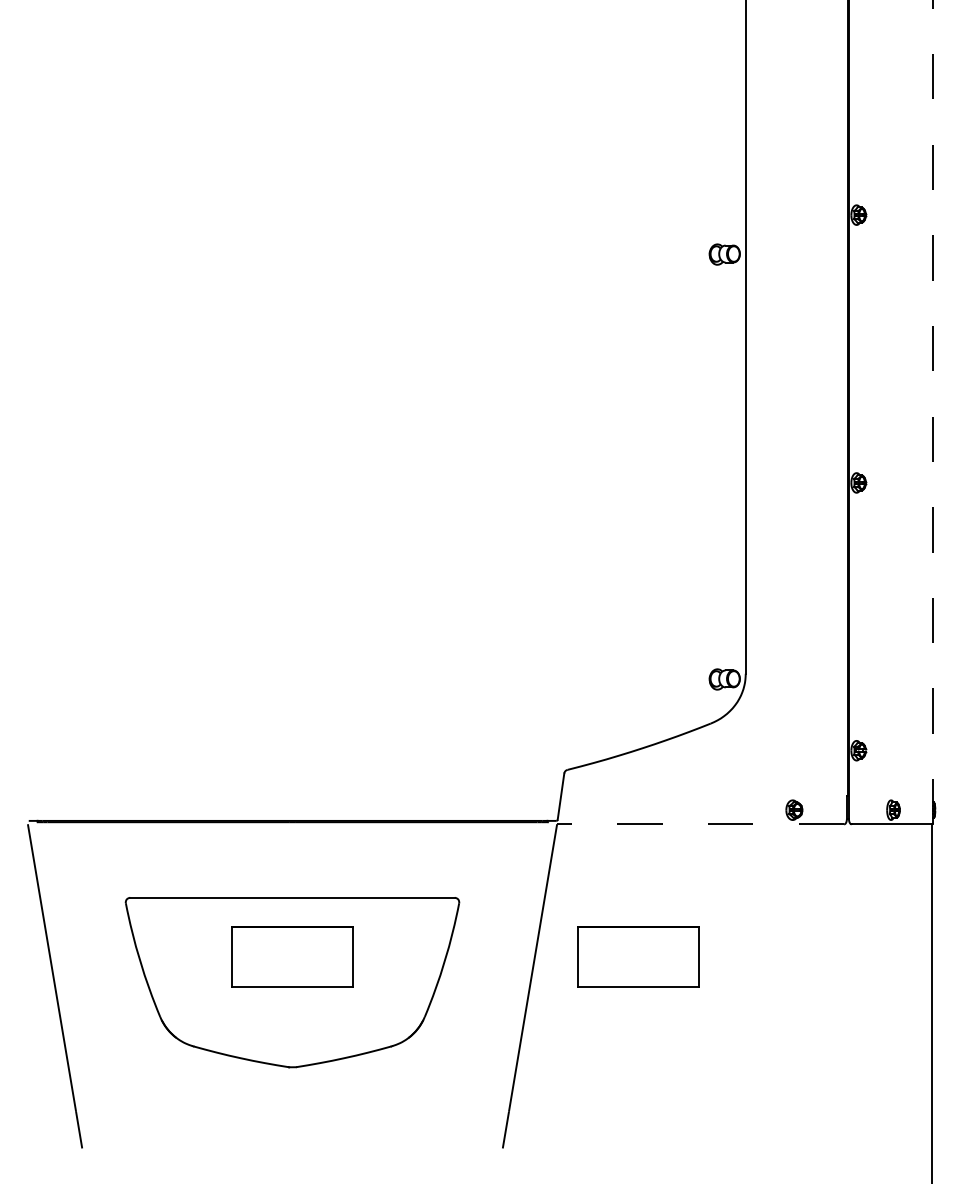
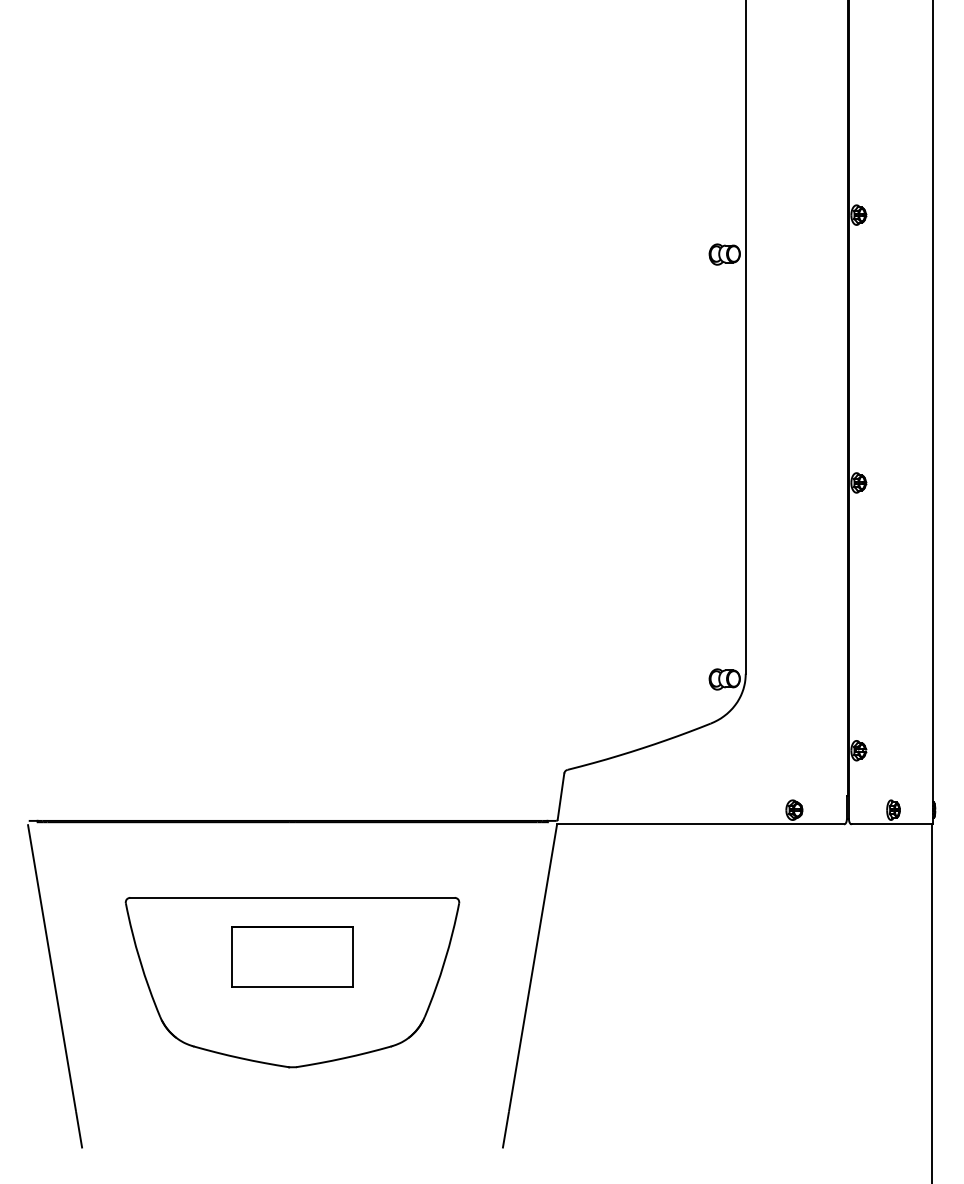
line at (932, 412): dashed -> solid
line at (700, 824): dashed -> solid
part at (638, 956): present -> none
